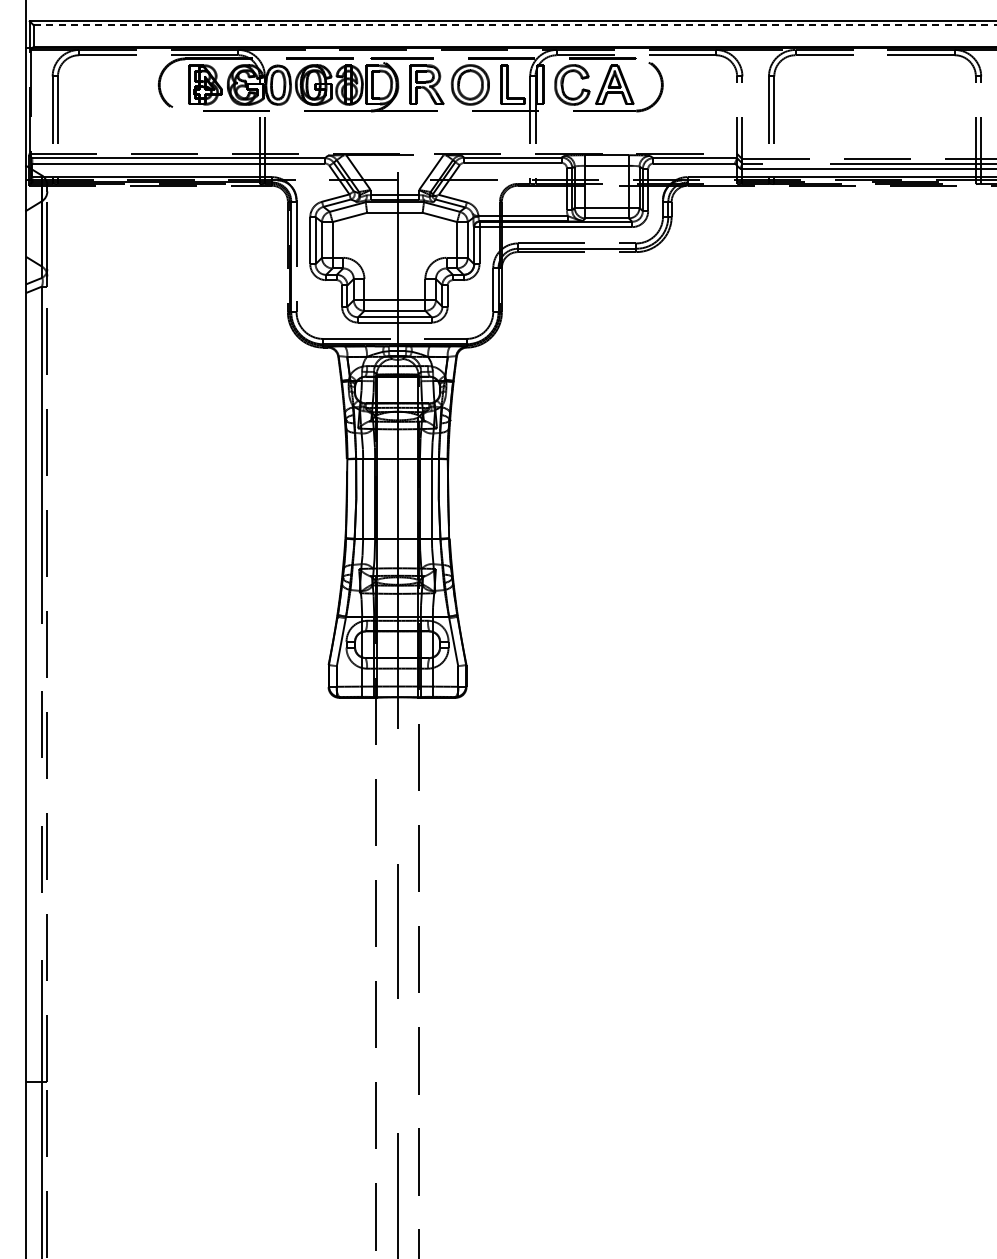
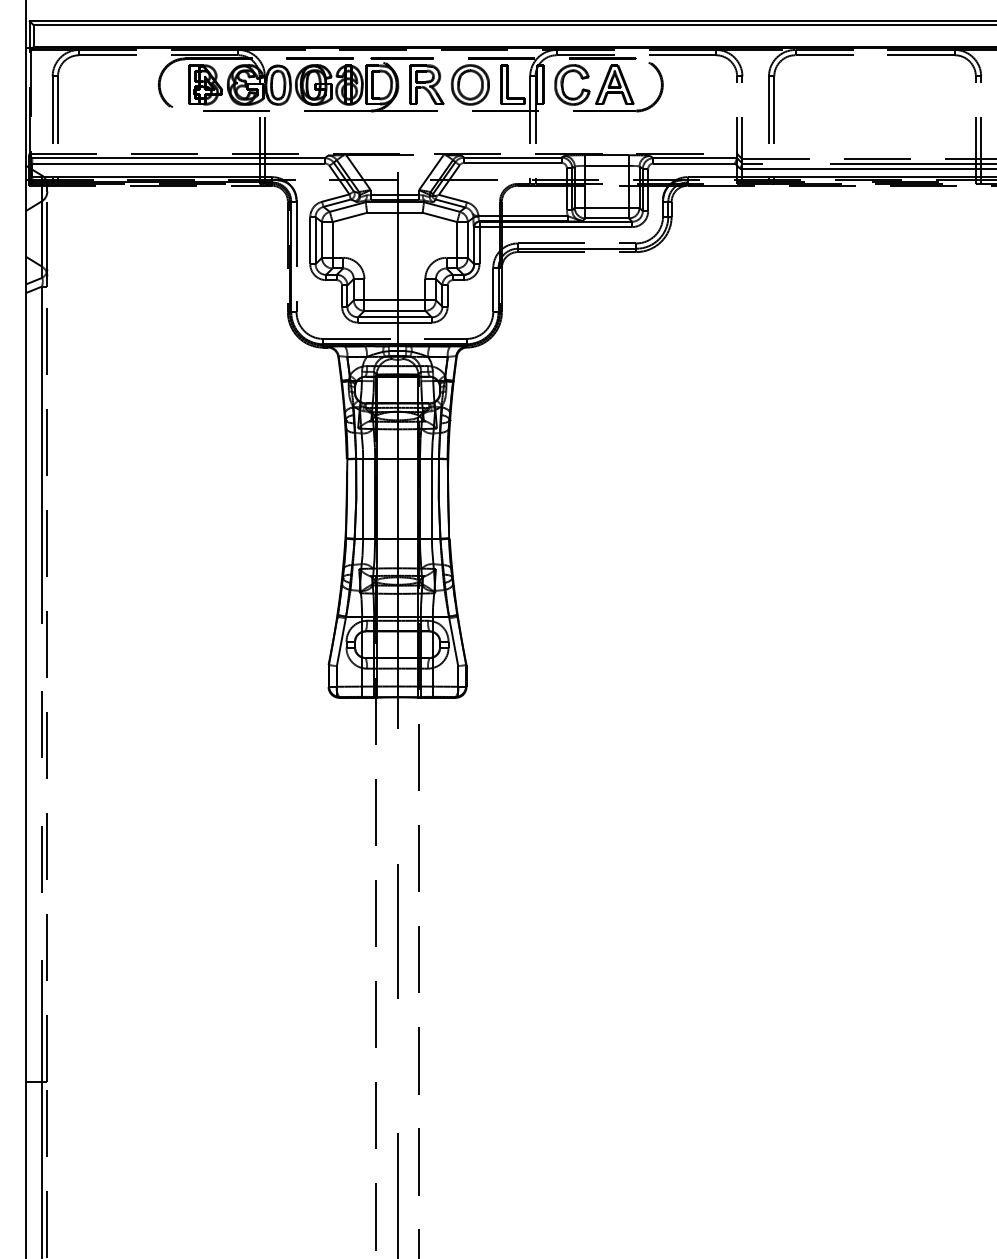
line at (515, 25): dashed -> solid
